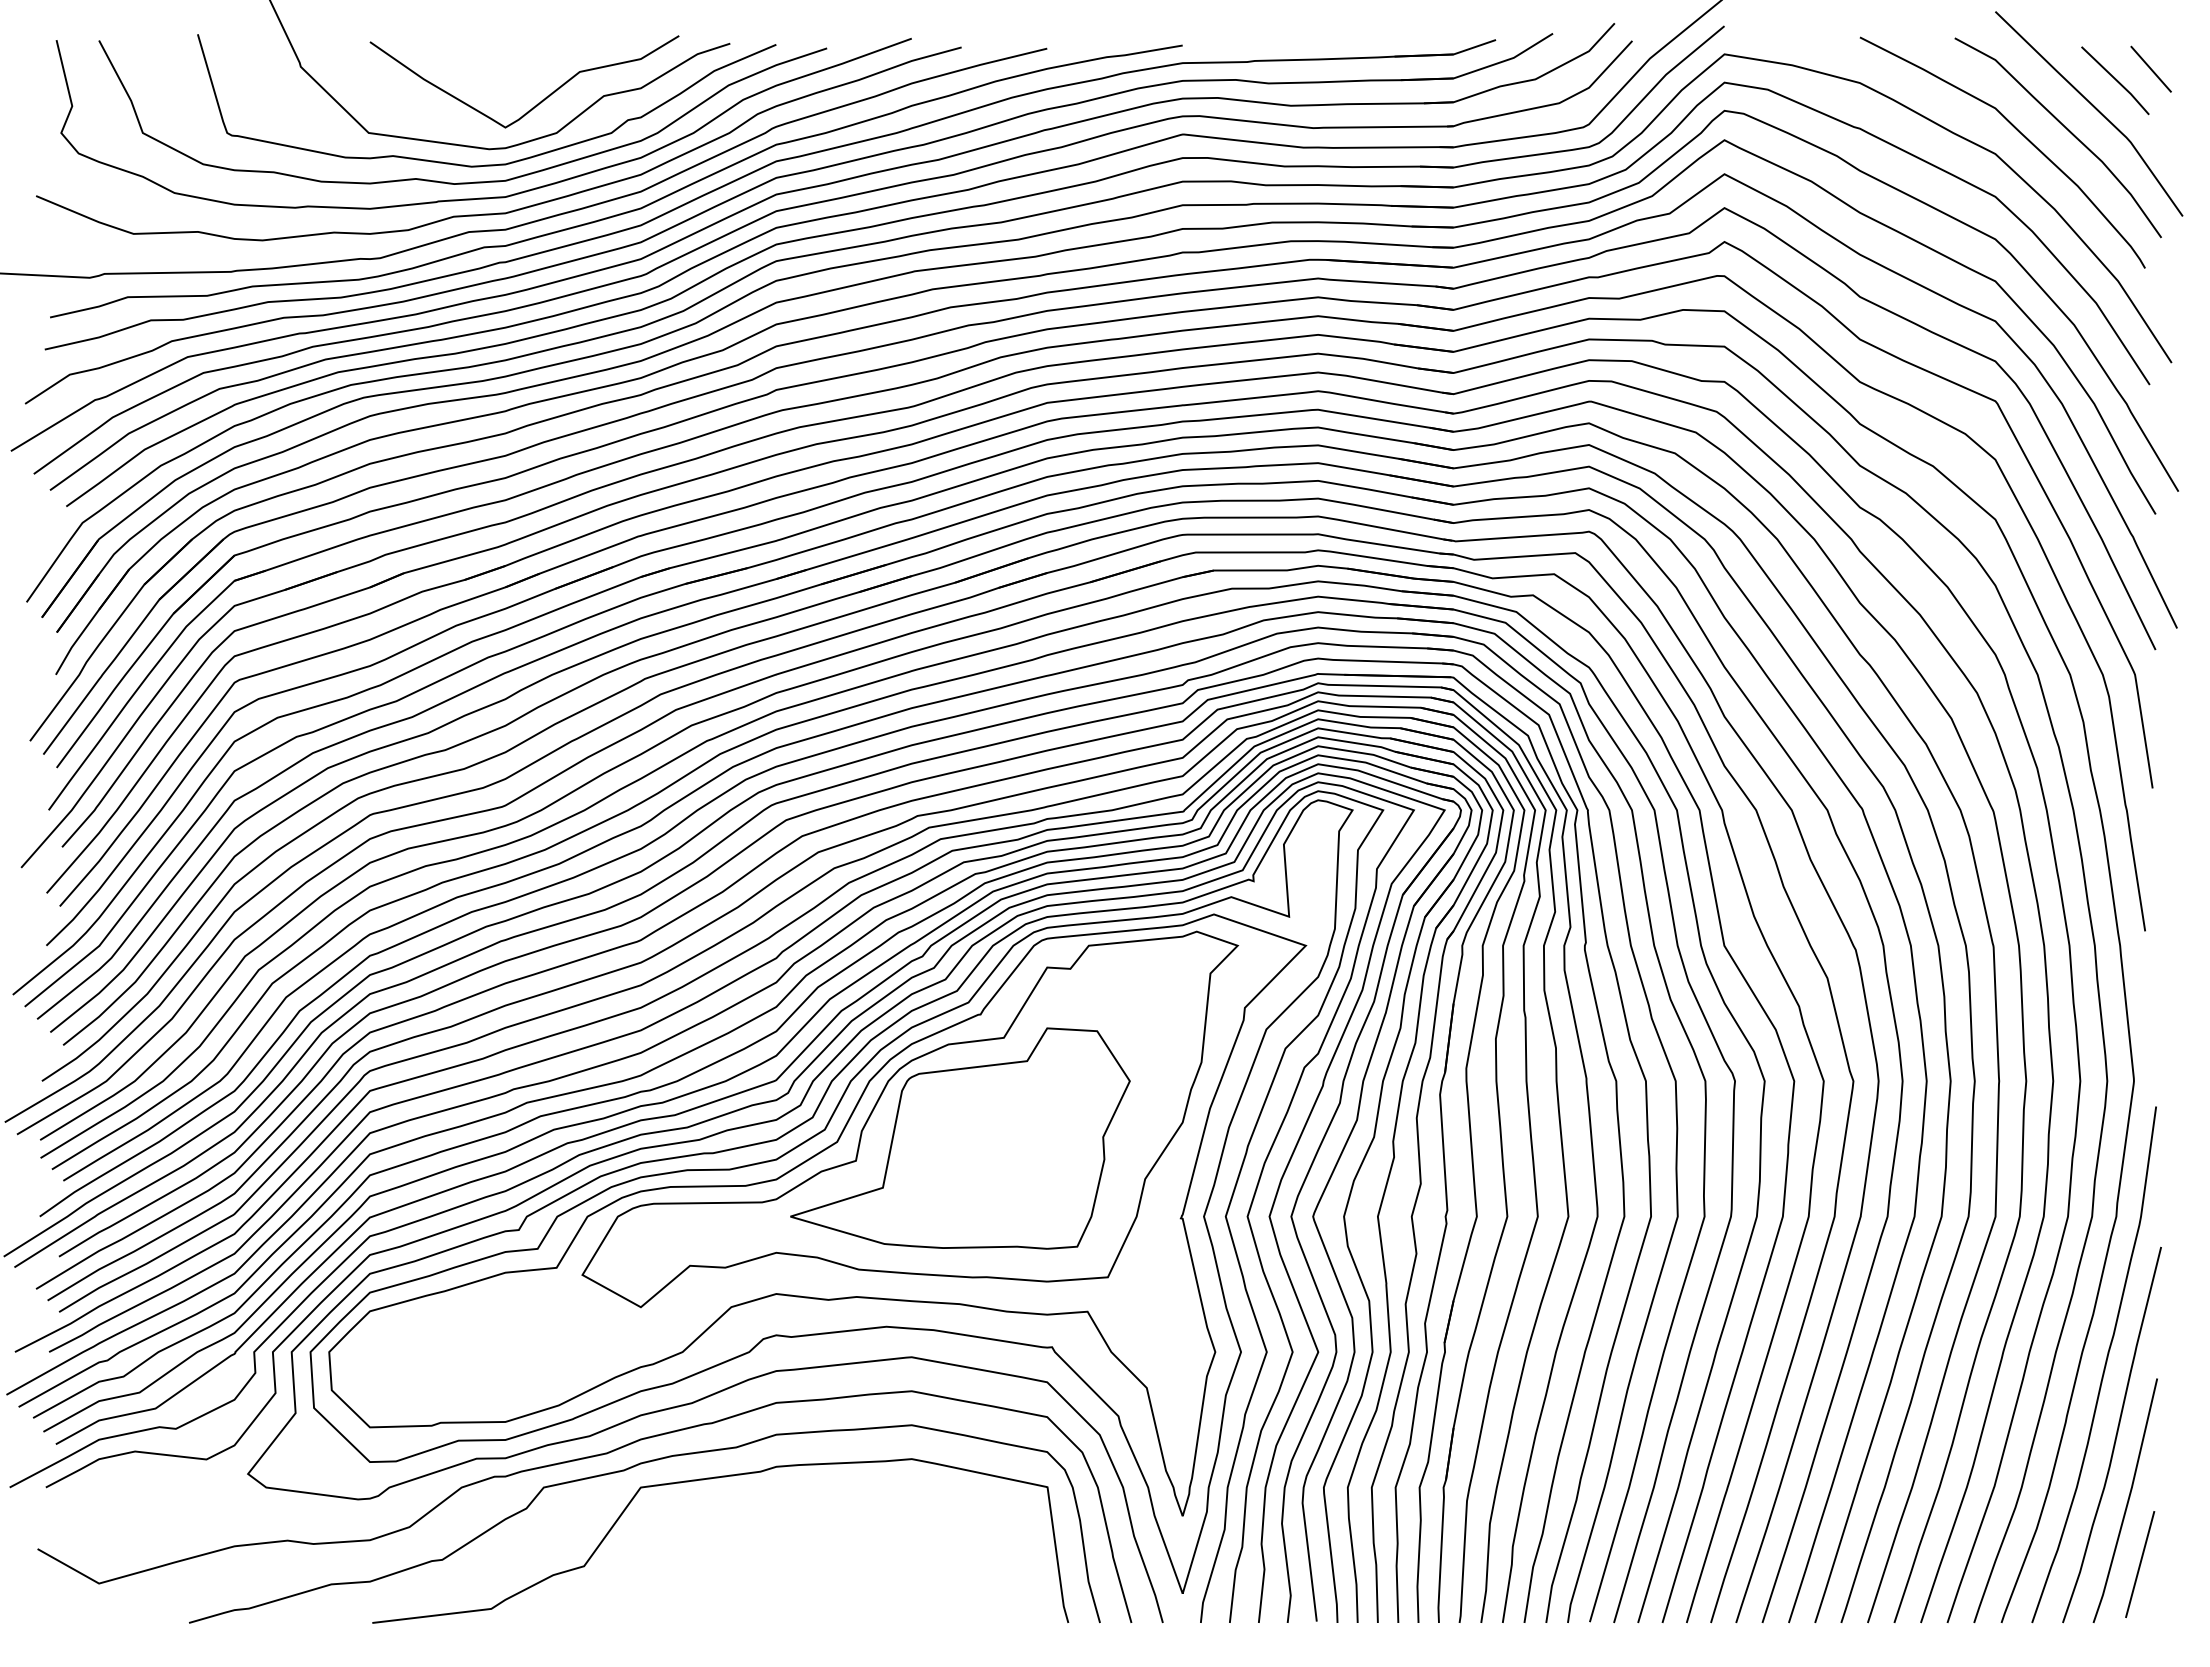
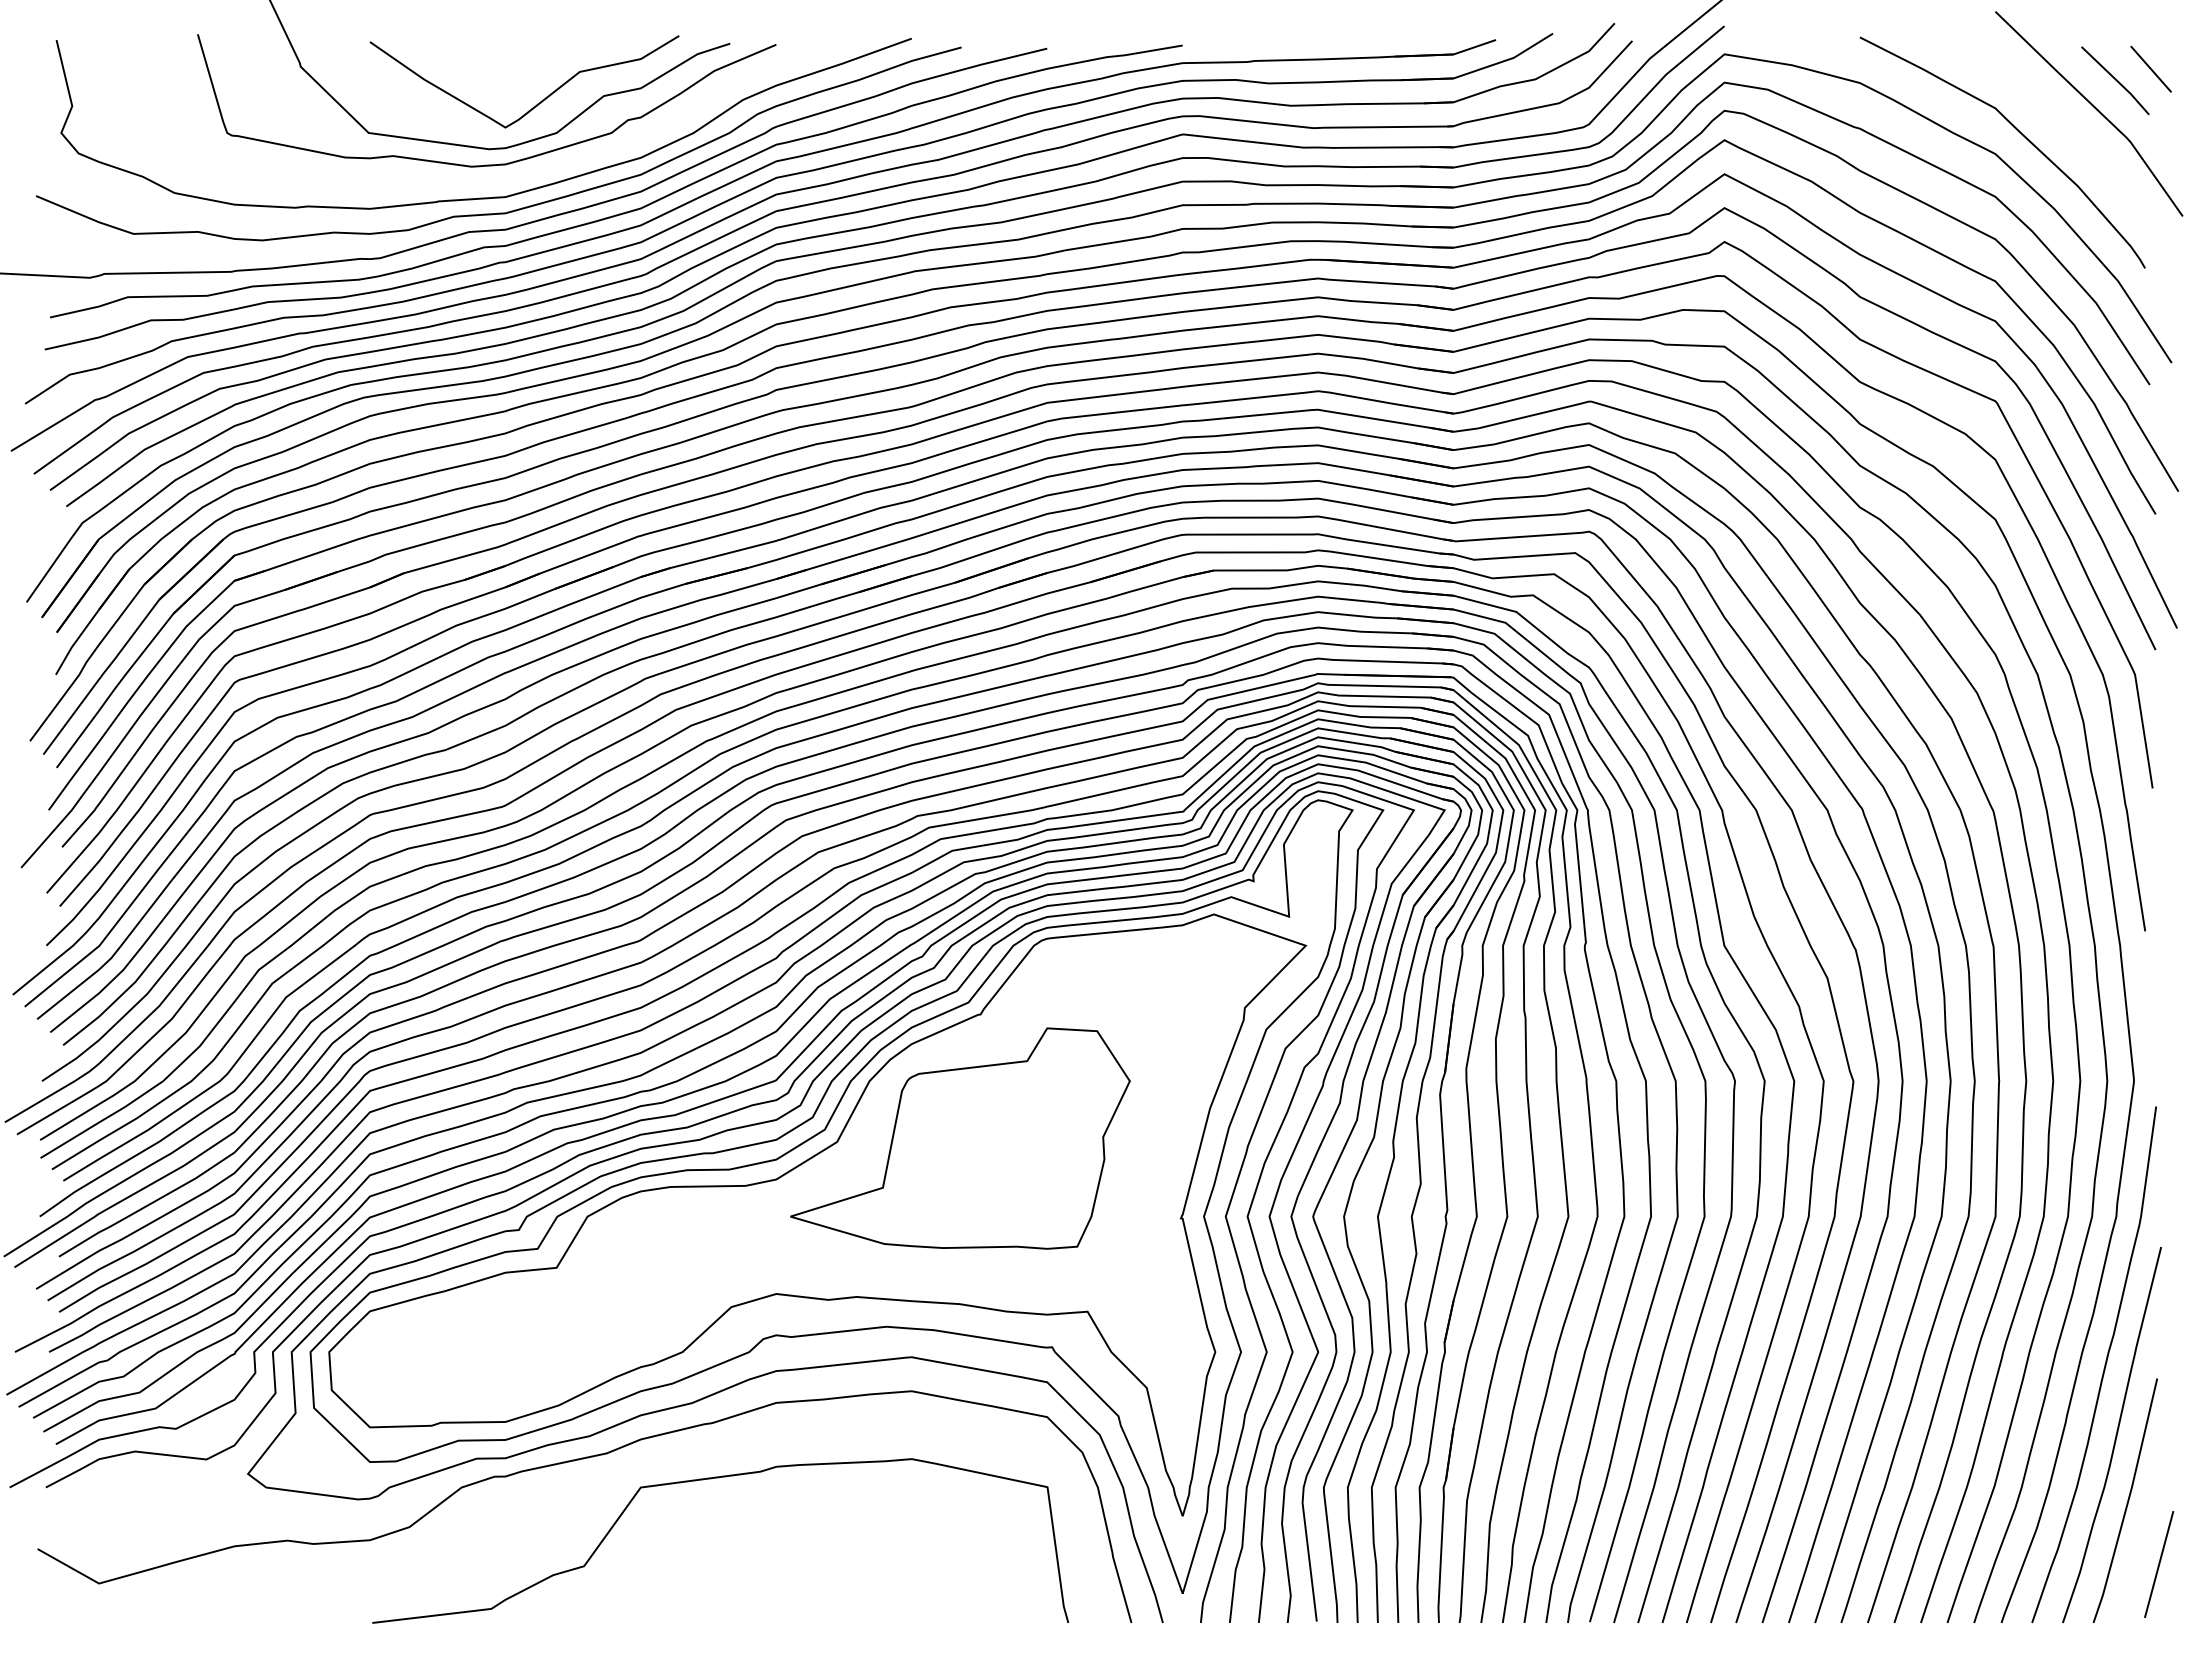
curve at (2065, 128): present -> none
curve at (462, 182): present -> none
part at (910, 1119): present -> none
curve at (624, 1471): present -> none
line at (2140, 1564) position: (2140, 1564) -> (2159, 1564)
